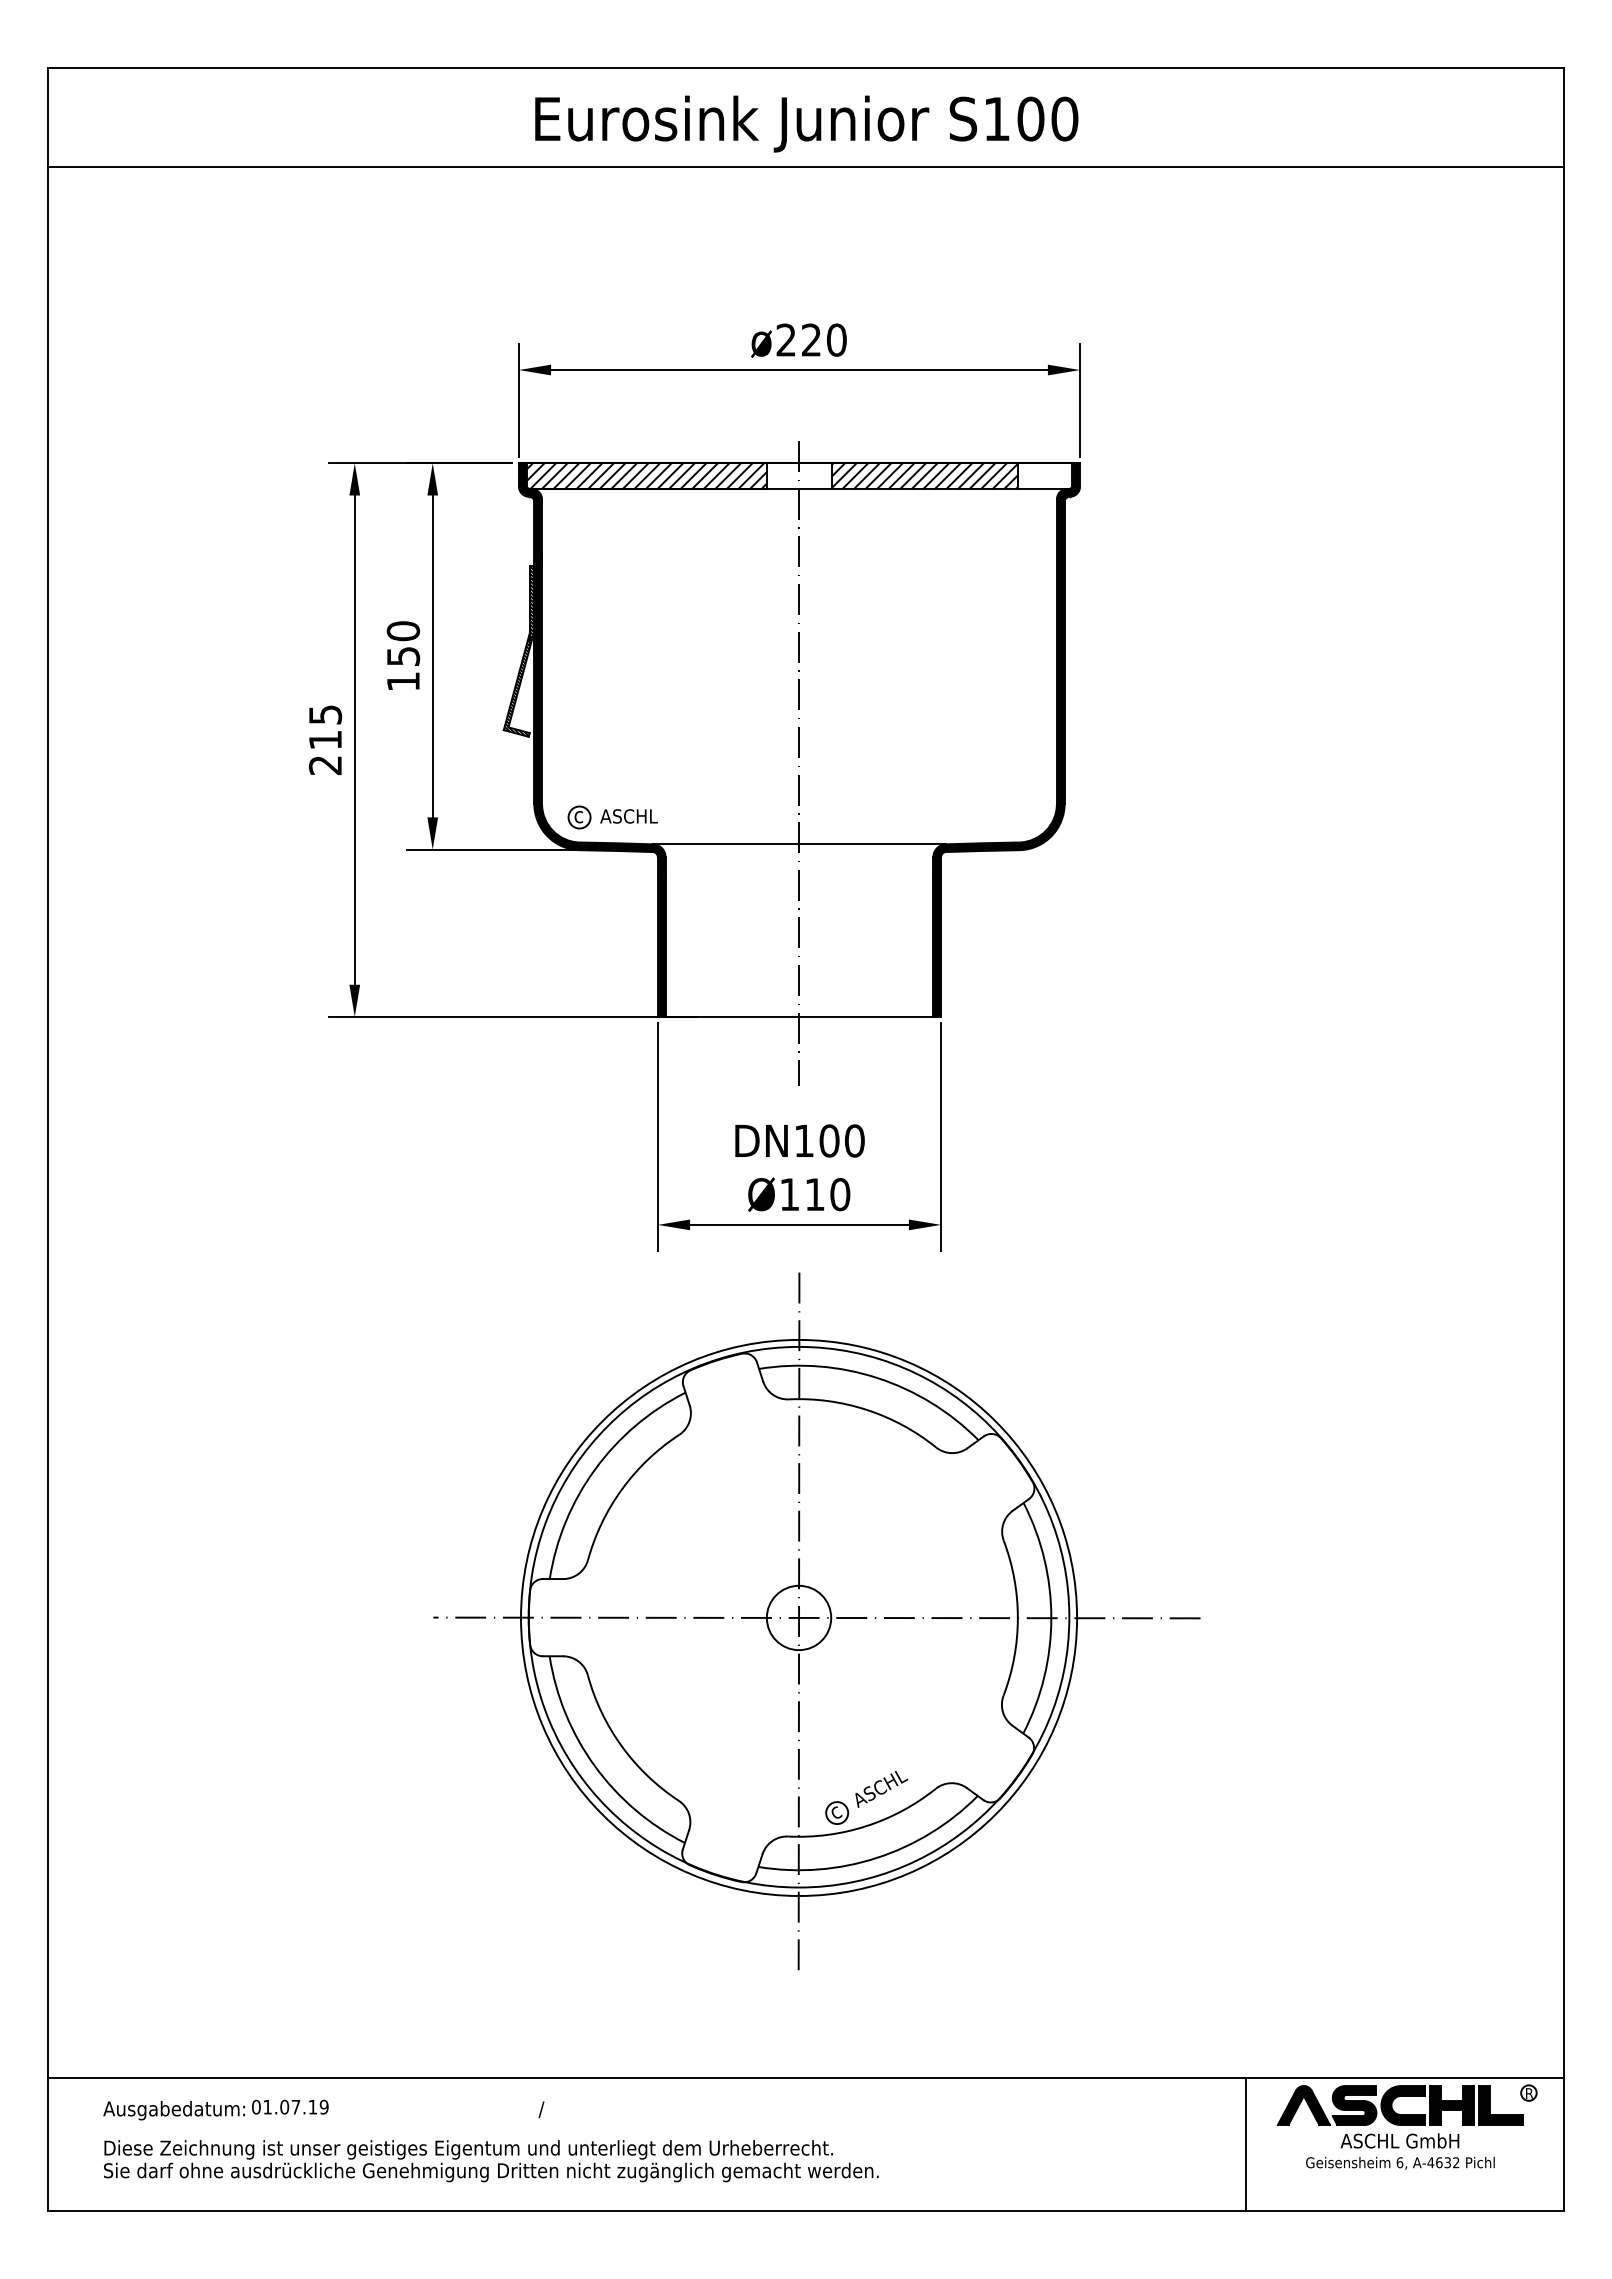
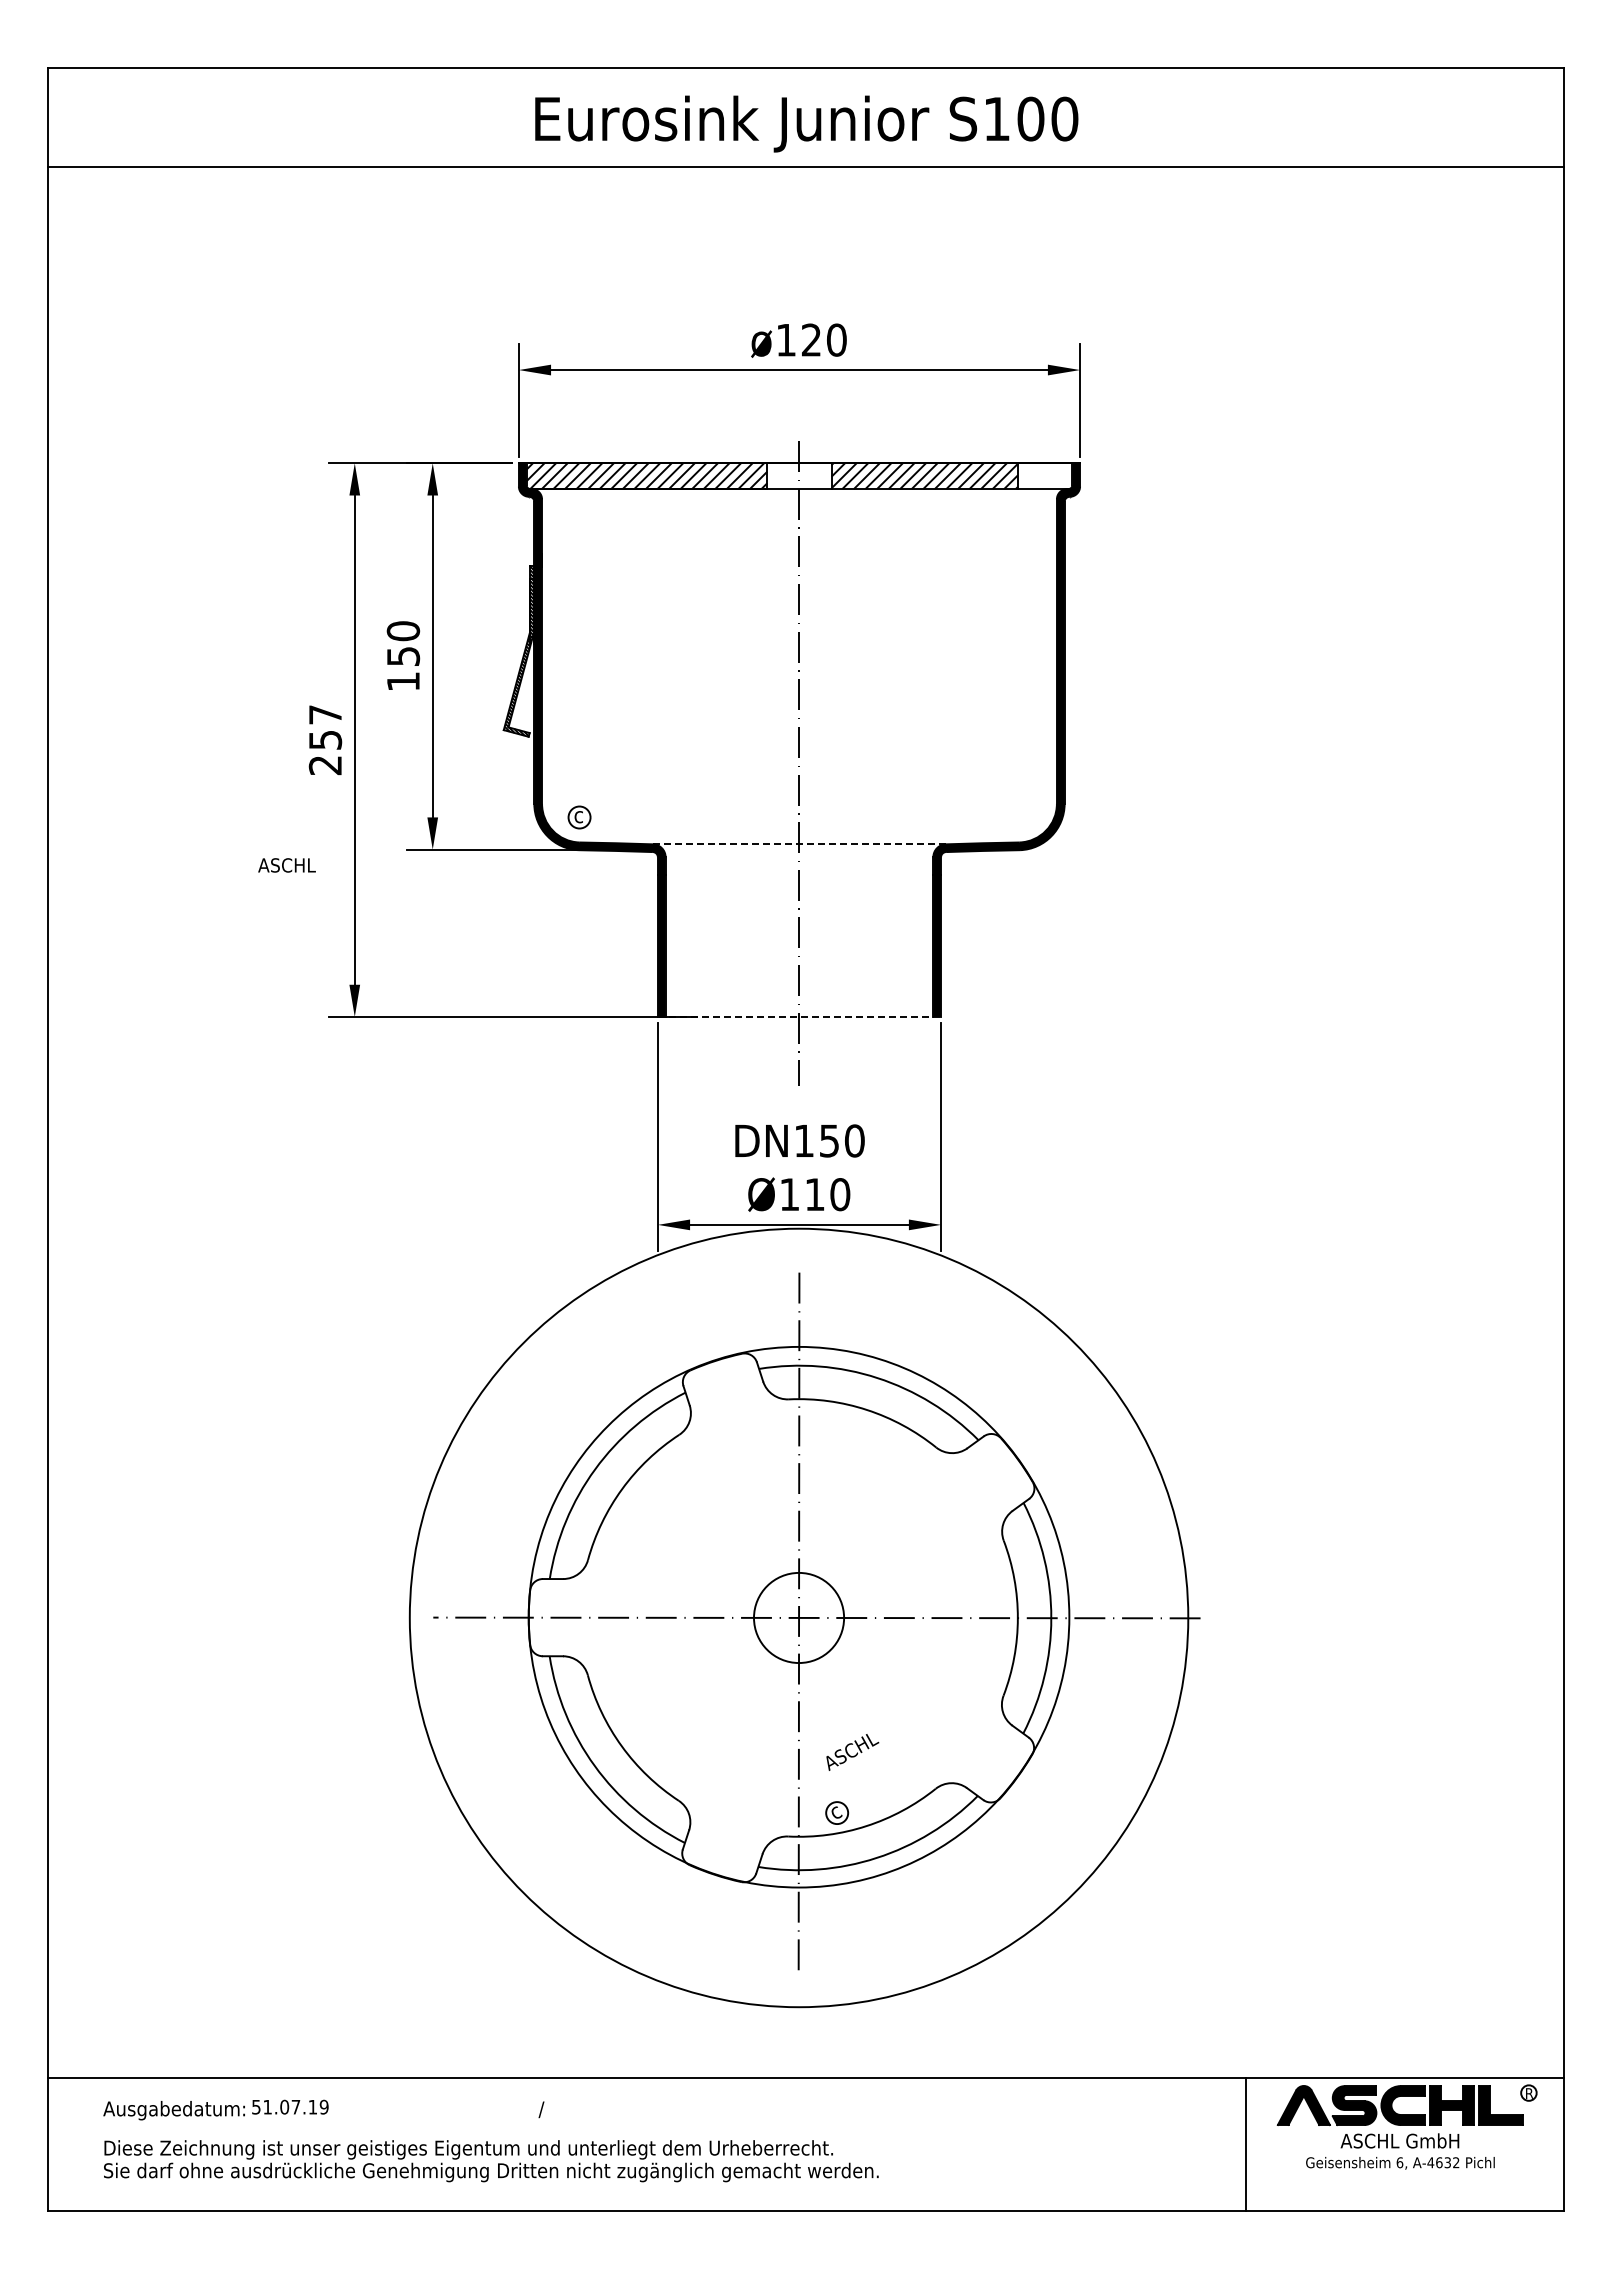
text at (785, 339): ø220 -> ø120
text at (325, 727): 215 -> 257
text at (628, 816) position: (628, 816) -> (286, 865)
line at (799, 844): solid -> dashed
line at (799, 1016): solid -> dashed
text at (829, 1140): DN100 -> DN150
circle at (798, 1617) diameter: 64 px -> 90 px
circle at (799, 1617) diameter: 556 px -> 778 px
text at (881, 1789) position: (881, 1789) -> (852, 1752)
text at (256, 2106): 01.07.19 -> 51.07.19
